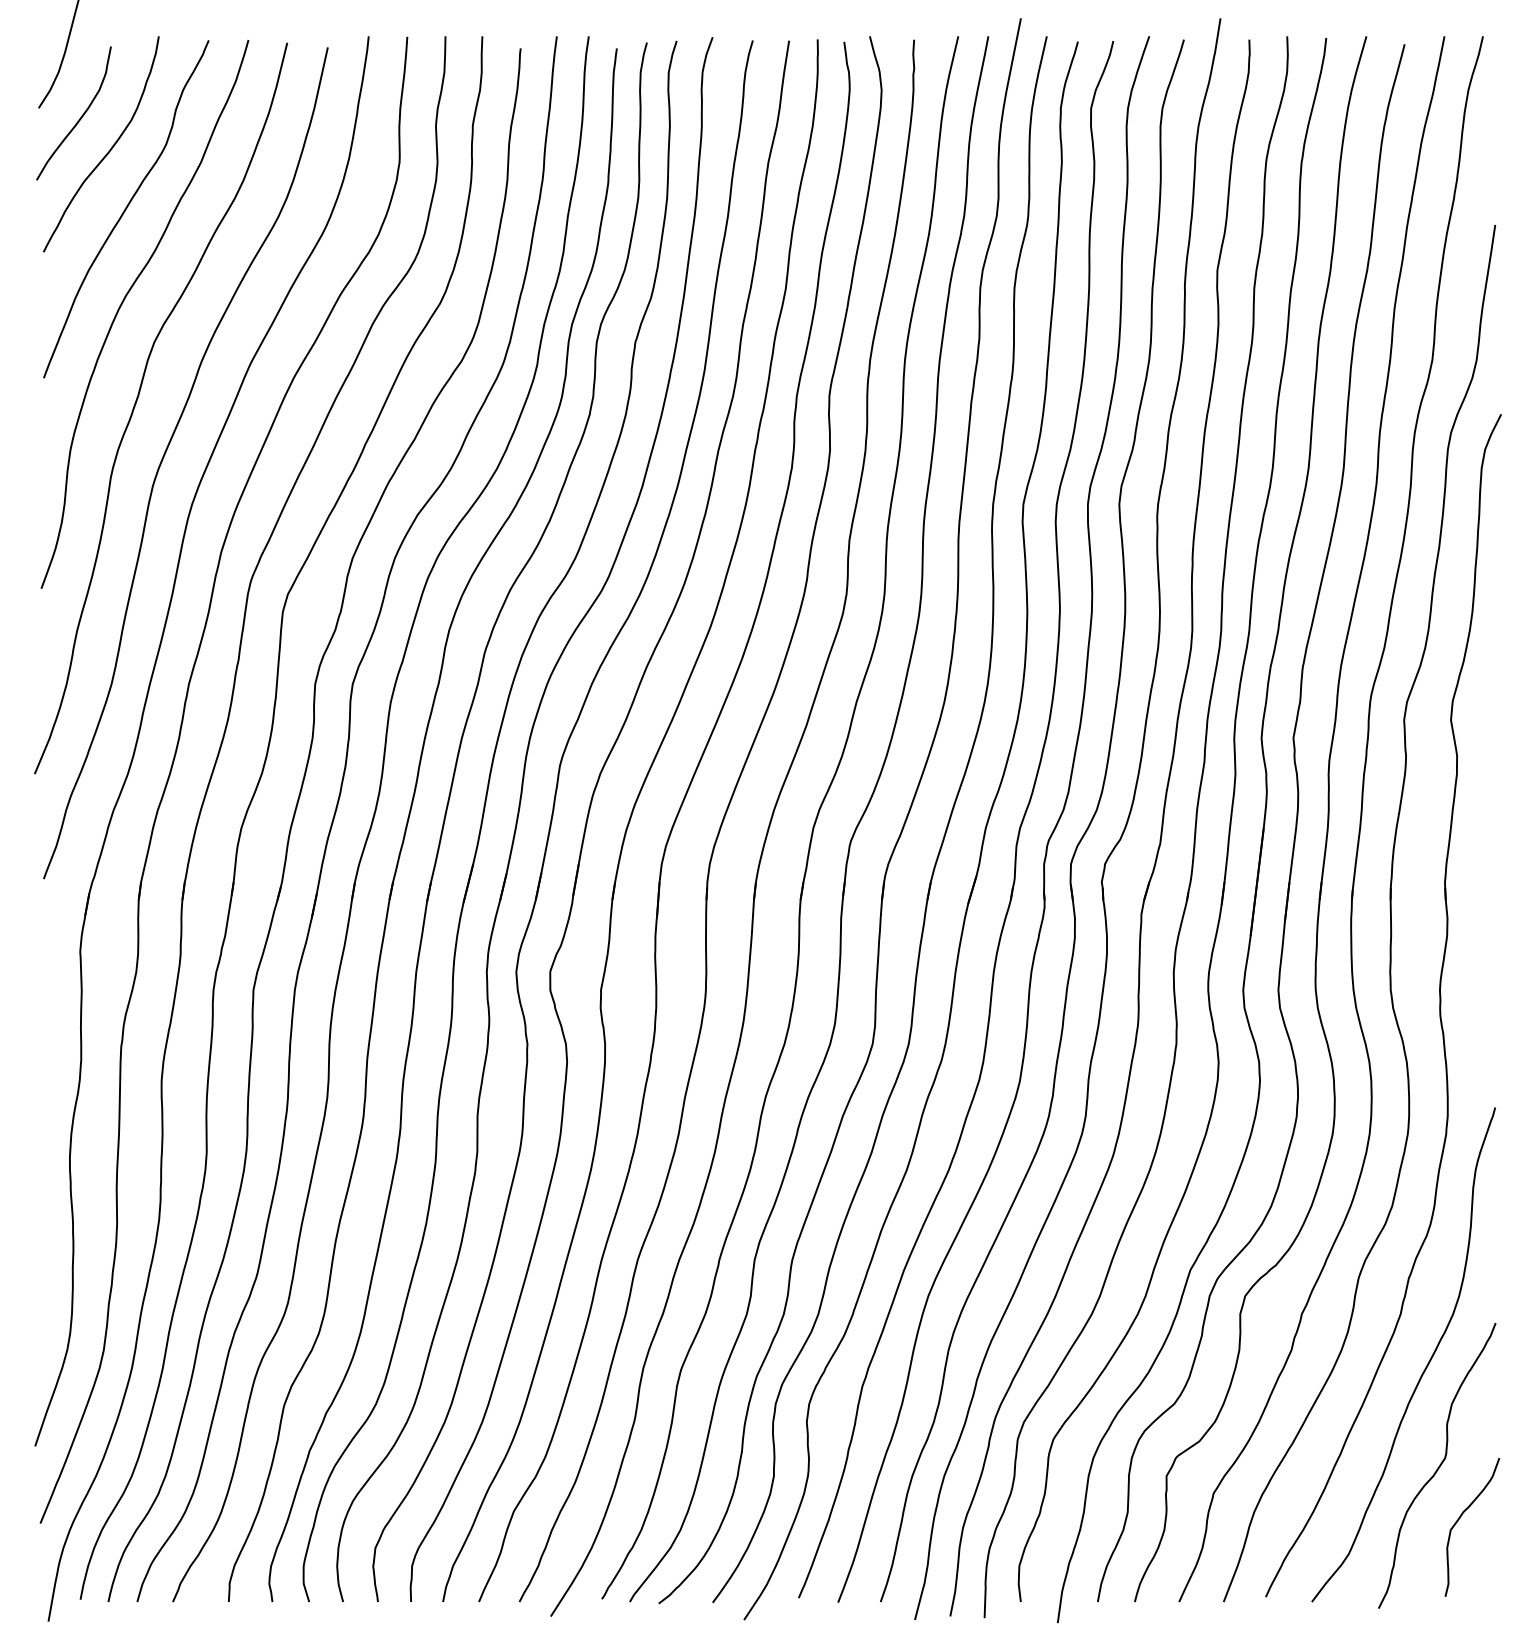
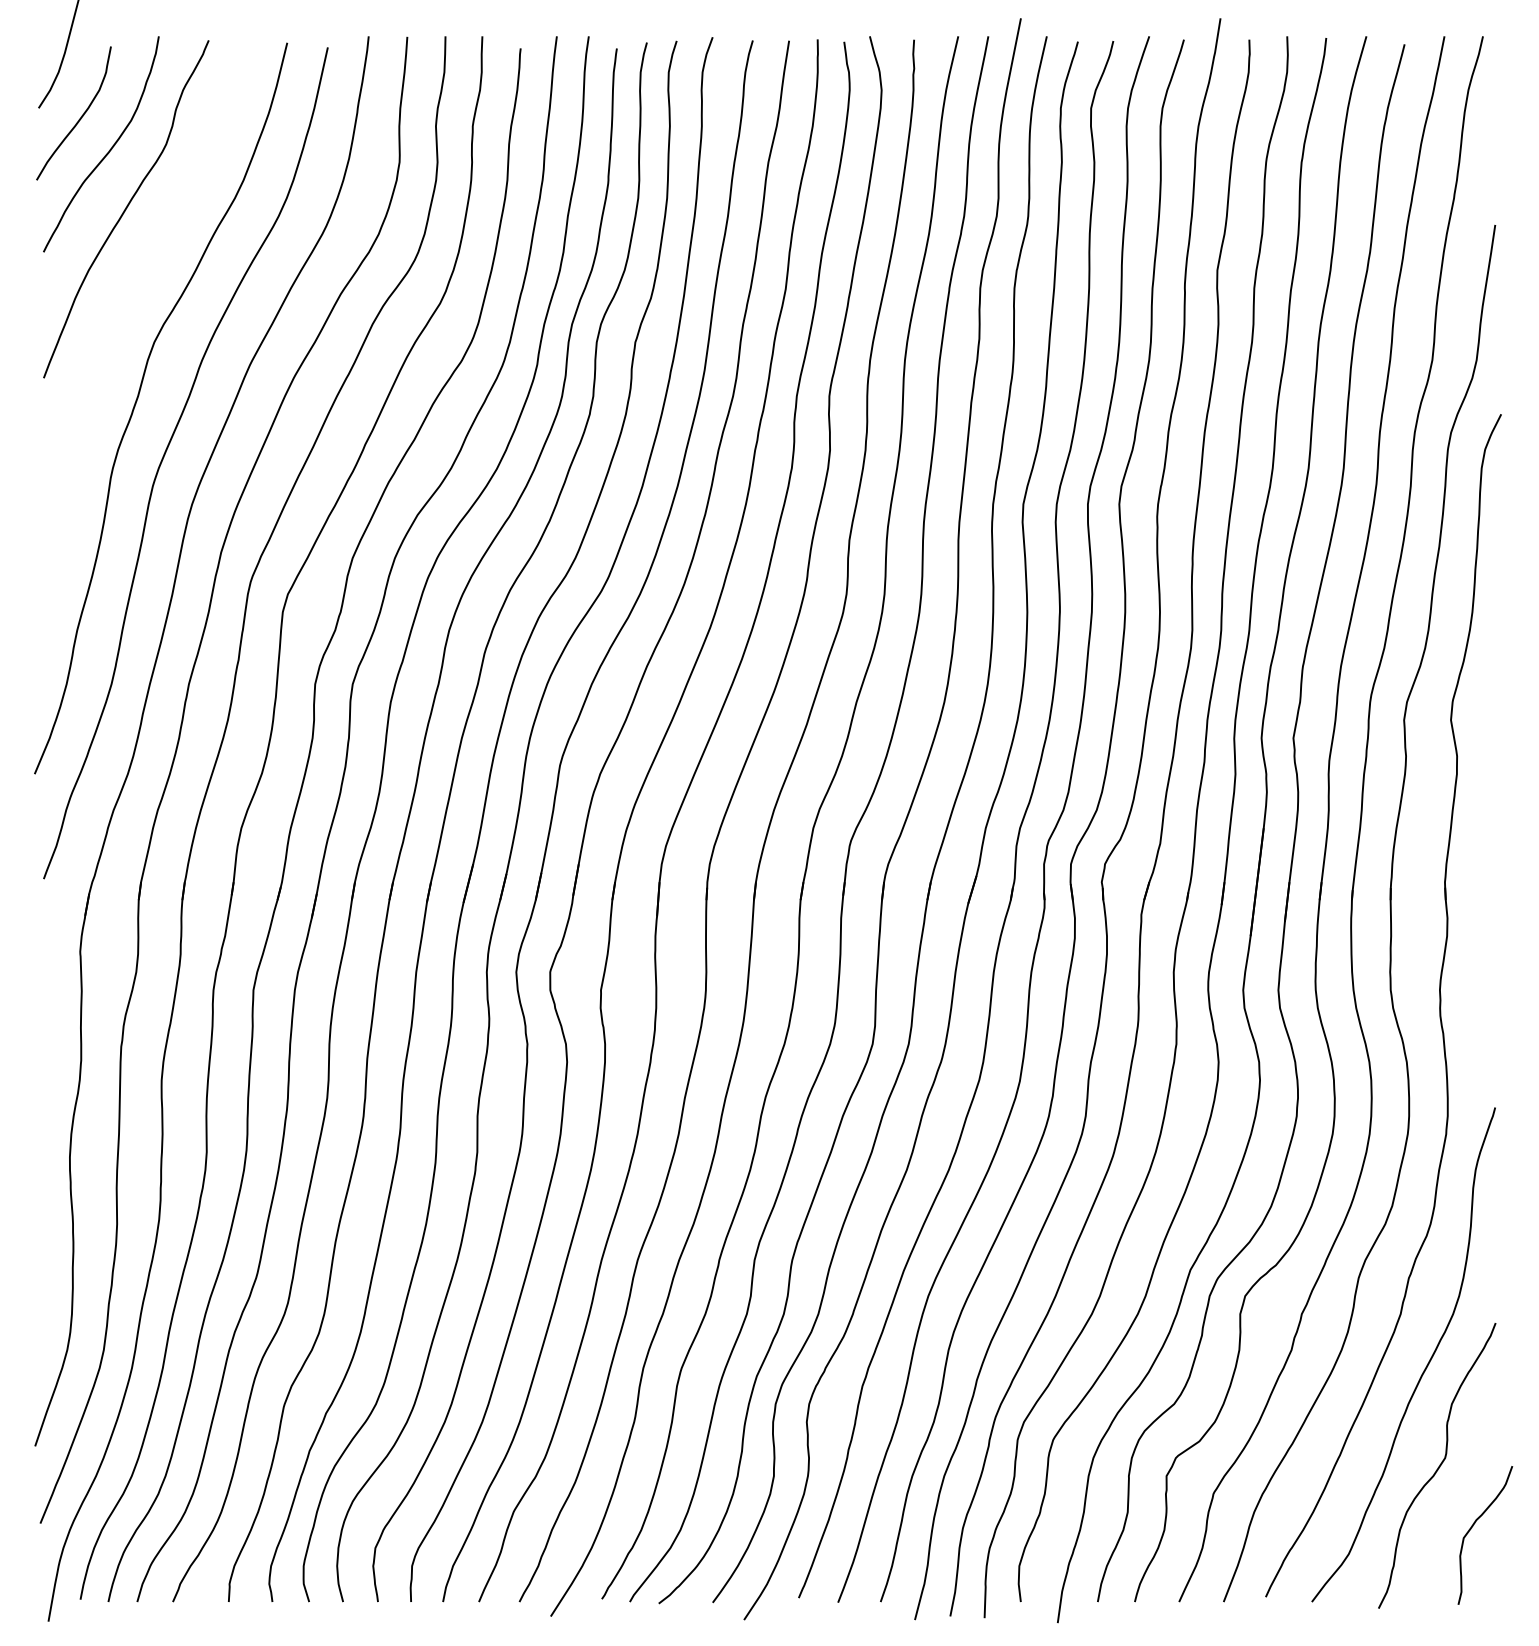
curve at (122, 304): present -> none
curve at (1460, 1518) position: (1460, 1518) -> (1473, 1526)
